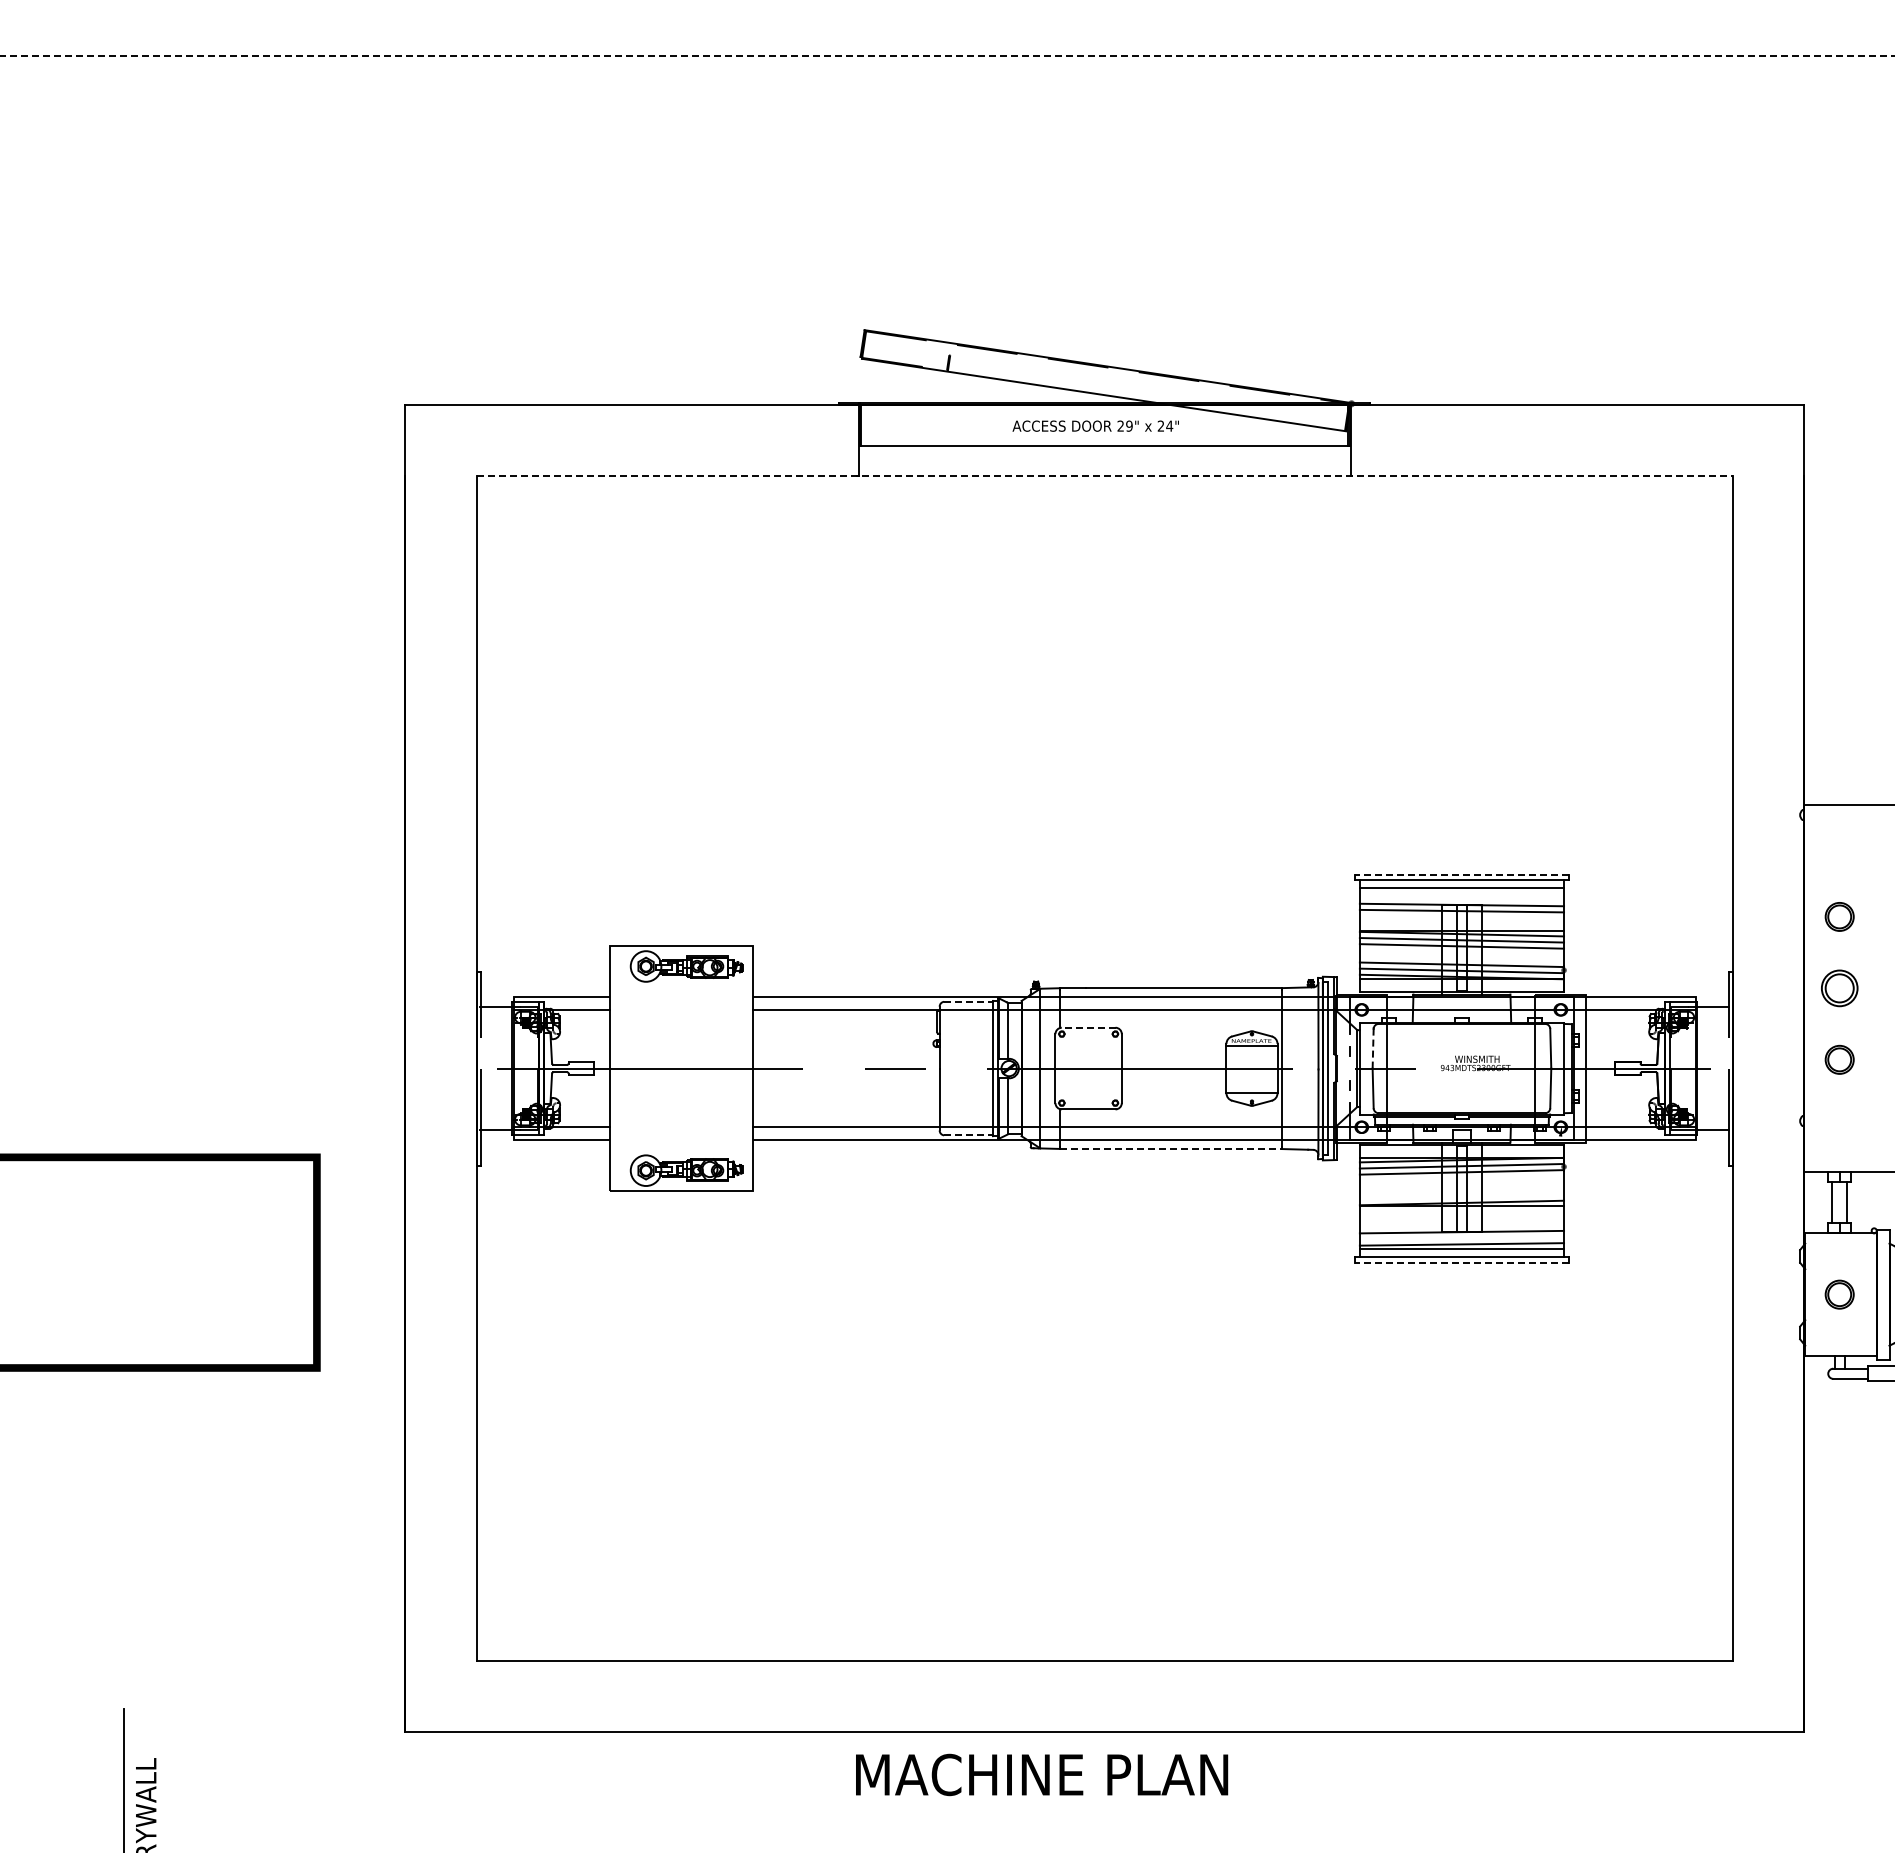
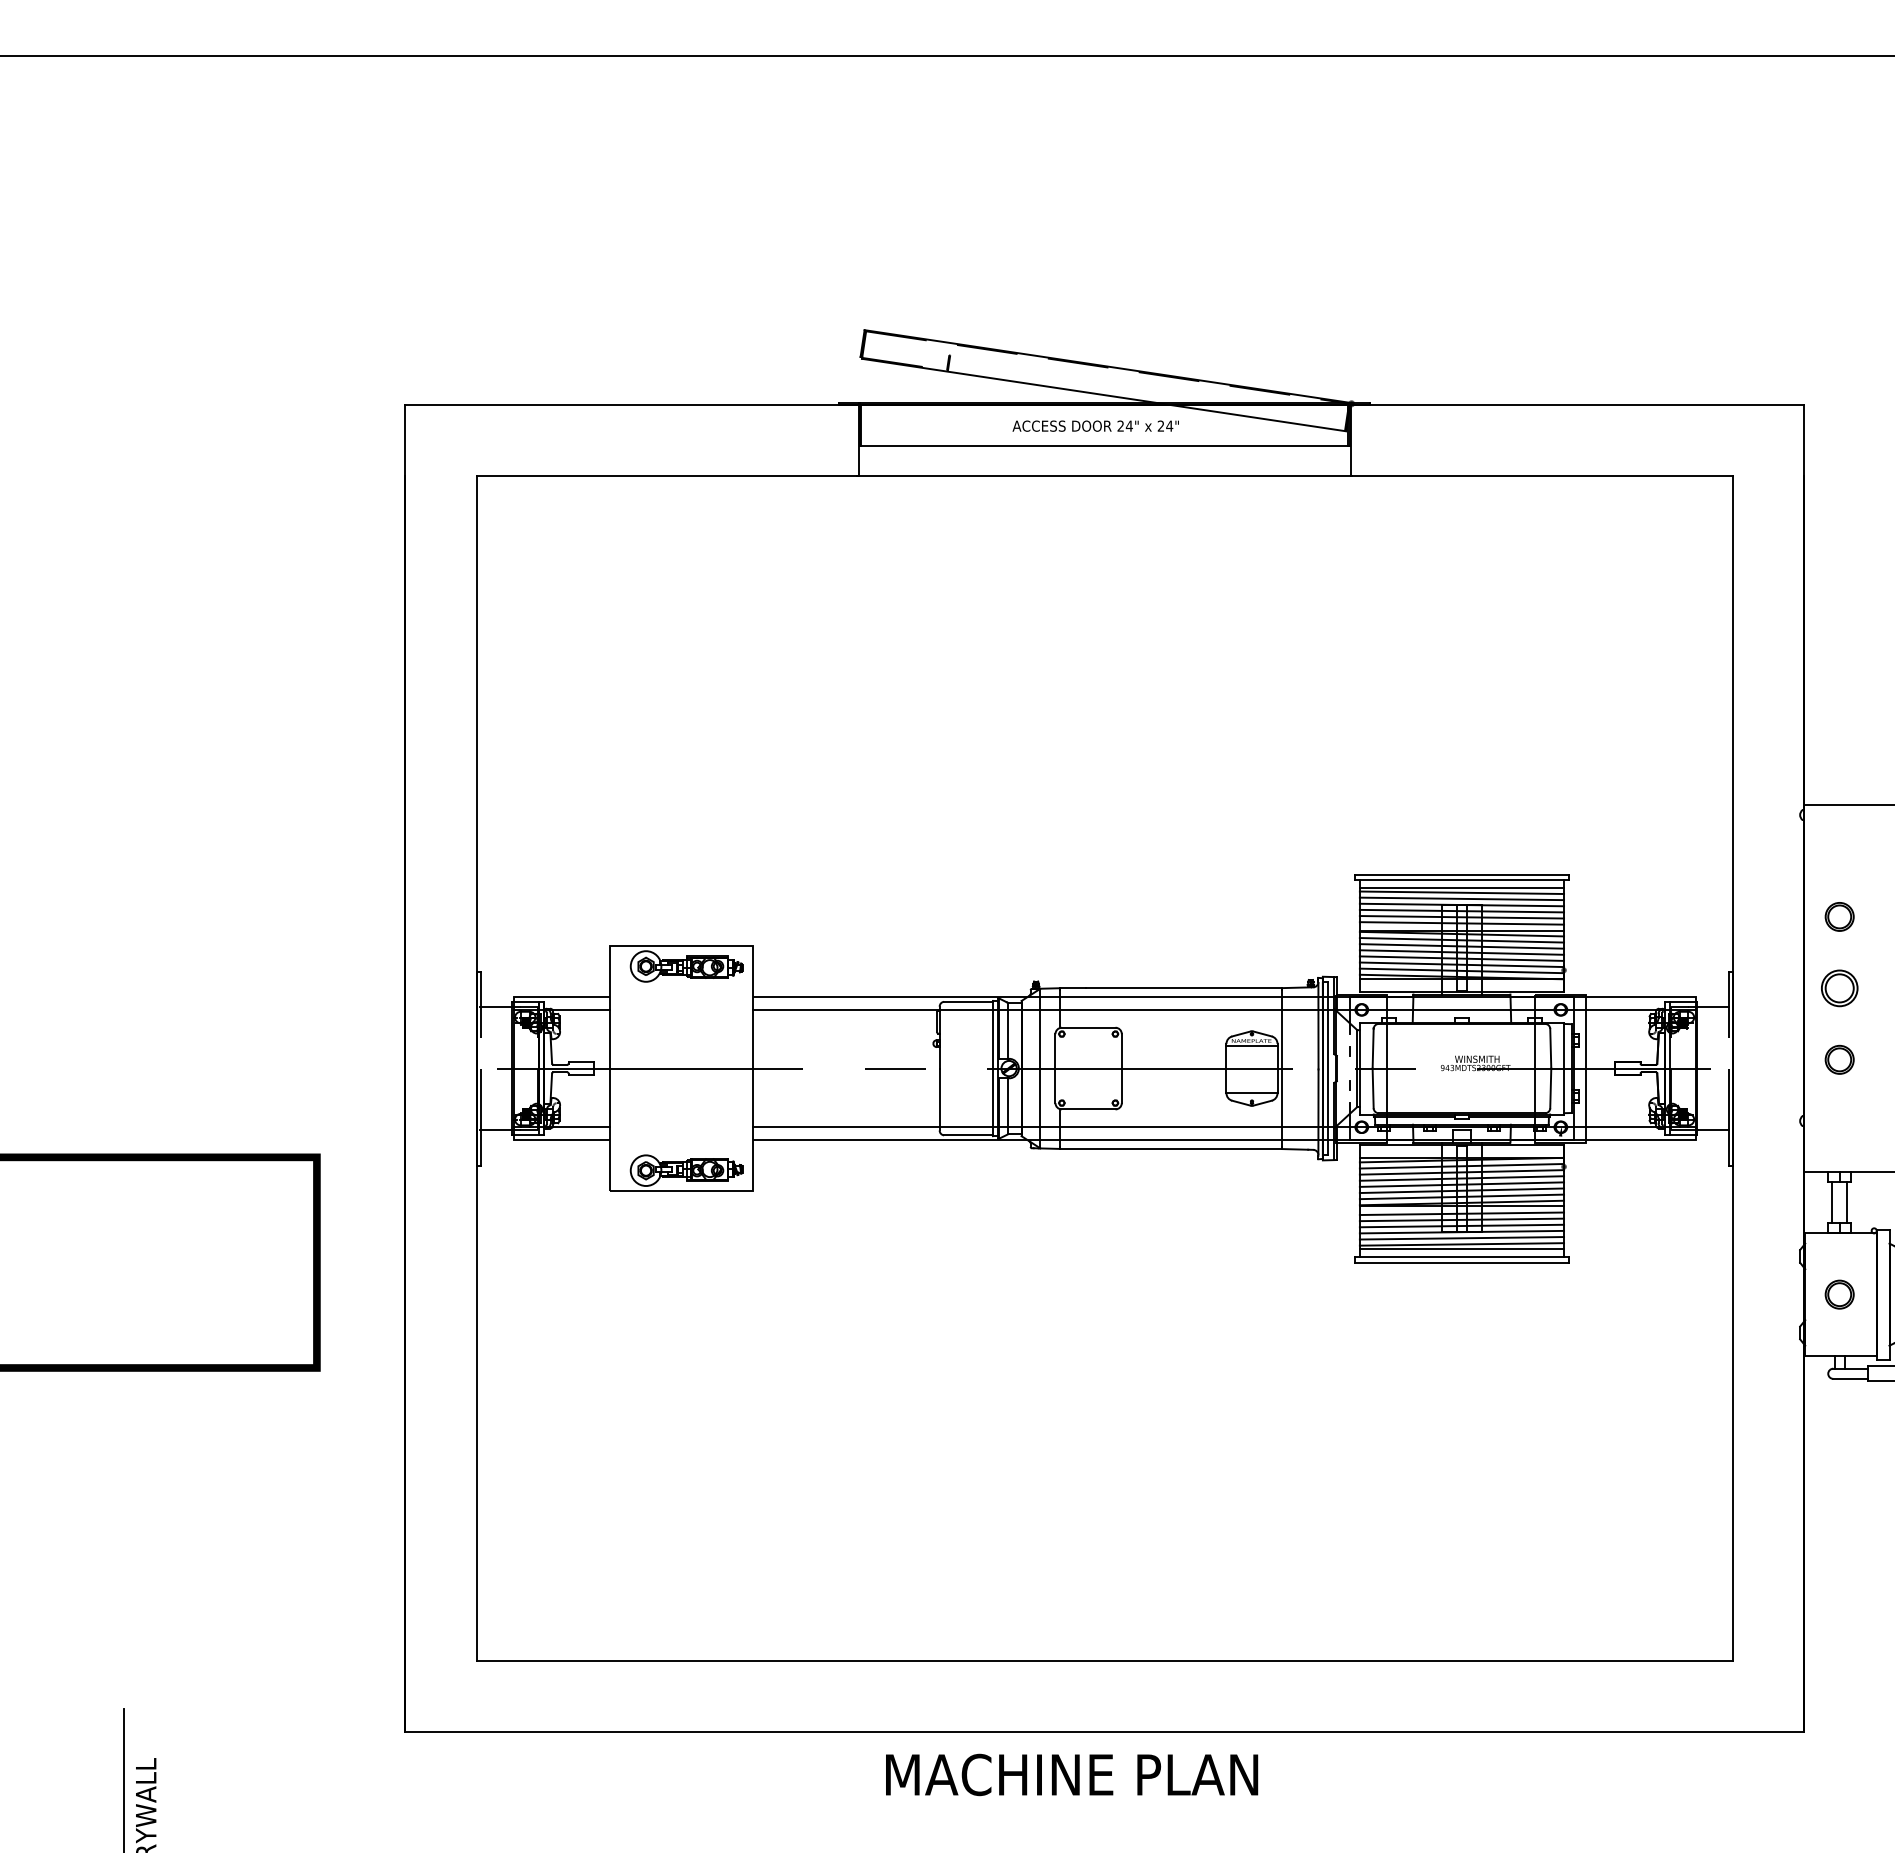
line at (947, 55): dashed -> solid
text at (1128, 425): 29" -> 24"
line at (1104, 476): dashed -> solid
line at (1461, 874): dashed -> solid
line at (1461, 892): none -> present
line at (1461, 898): none -> present
line at (1461, 917): none -> present
line at (1461, 923): none -> present
line at (1461, 952): none -> present
line at (1461, 958): none -> present
line at (968, 1001): dashed -> solid
line at (1088, 1027): dashed -> solid
line at (1373, 1048): dashed -> solid
line at (968, 1135): dashed -> solid
line at (1171, 1148): dashed -> solid
line at (1461, 1178): none -> present
line at (1461, 1184): none -> present
line at (1461, 1190): none -> present
line at (1461, 1196): none -> present
line at (1461, 1213): none -> present
line at (1461, 1219): none -> present
line at (1461, 1225): none -> present
line at (1461, 1238): none -> present
line at (1461, 1262): dashed -> solid
text at (1042, 1774) position: (1042, 1774) -> (1072, 1774)
